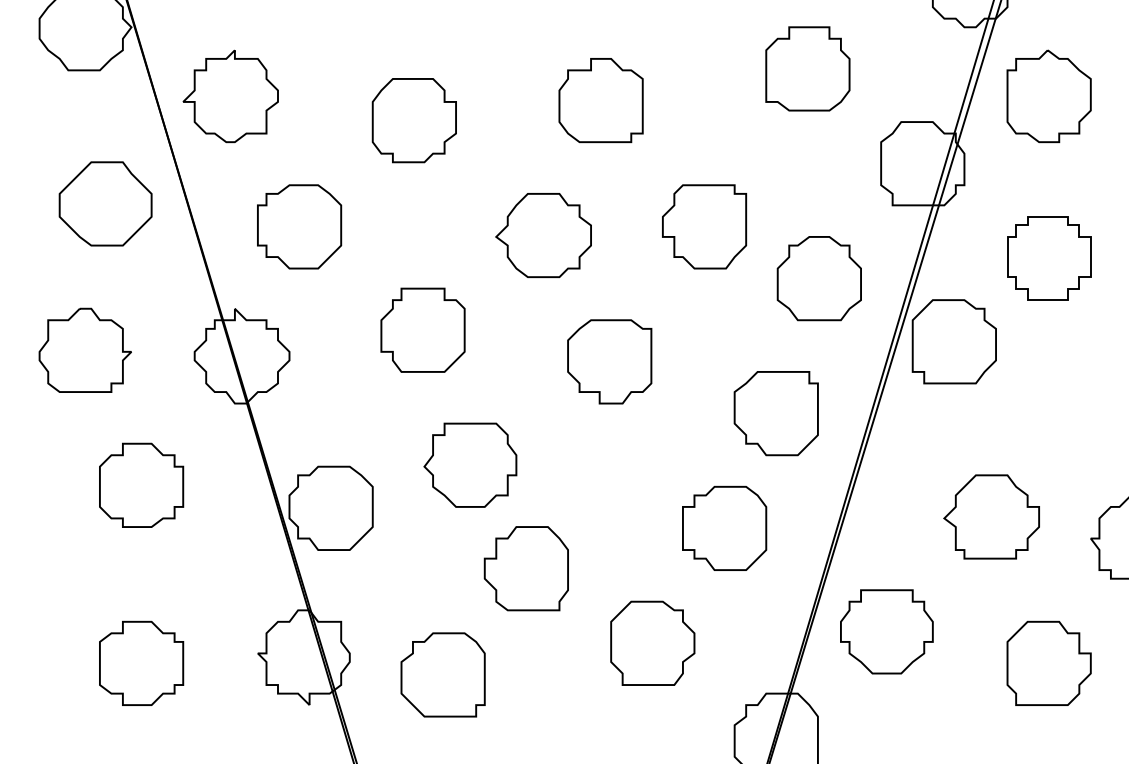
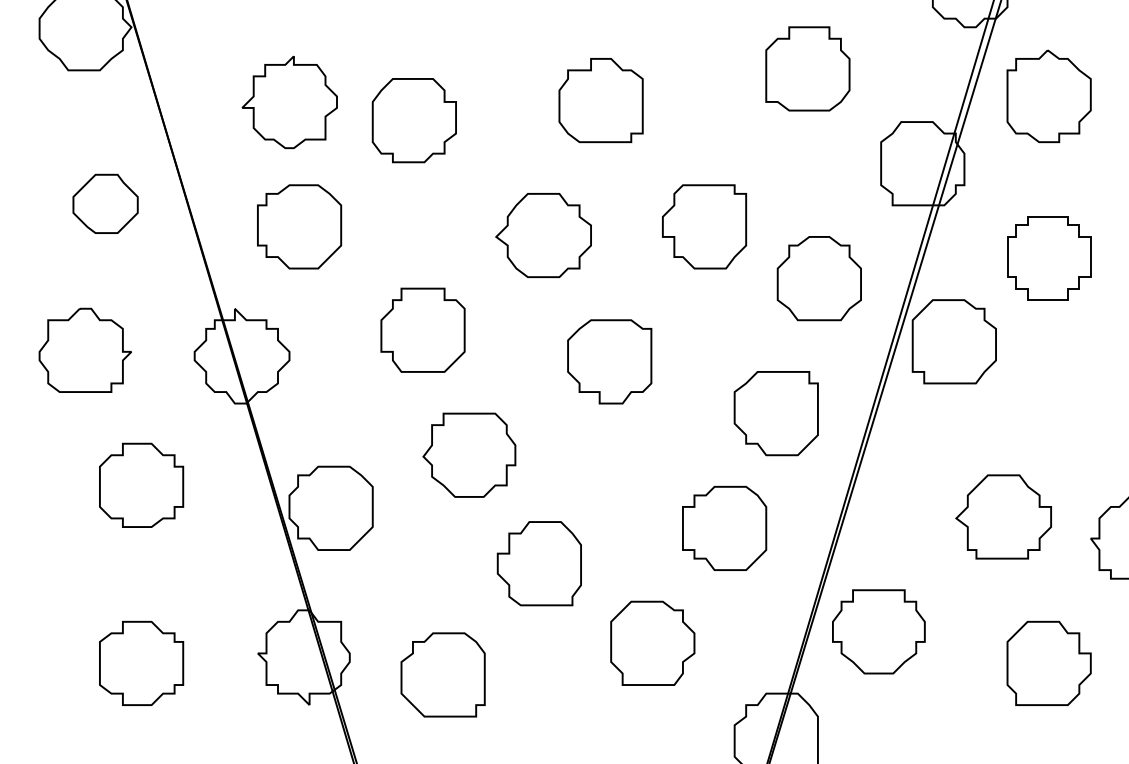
part at (230, 96) position: (230, 96) -> (289, 102)
part at (105, 203) size: 95x86 px -> 67x61 px
part at (470, 464) position: (470, 464) -> (469, 454)
part at (991, 516) position: (991, 516) -> (1003, 516)
part at (525, 568) position: (525, 568) -> (538, 563)
part at (886, 631) position: (886, 631) -> (878, 631)
